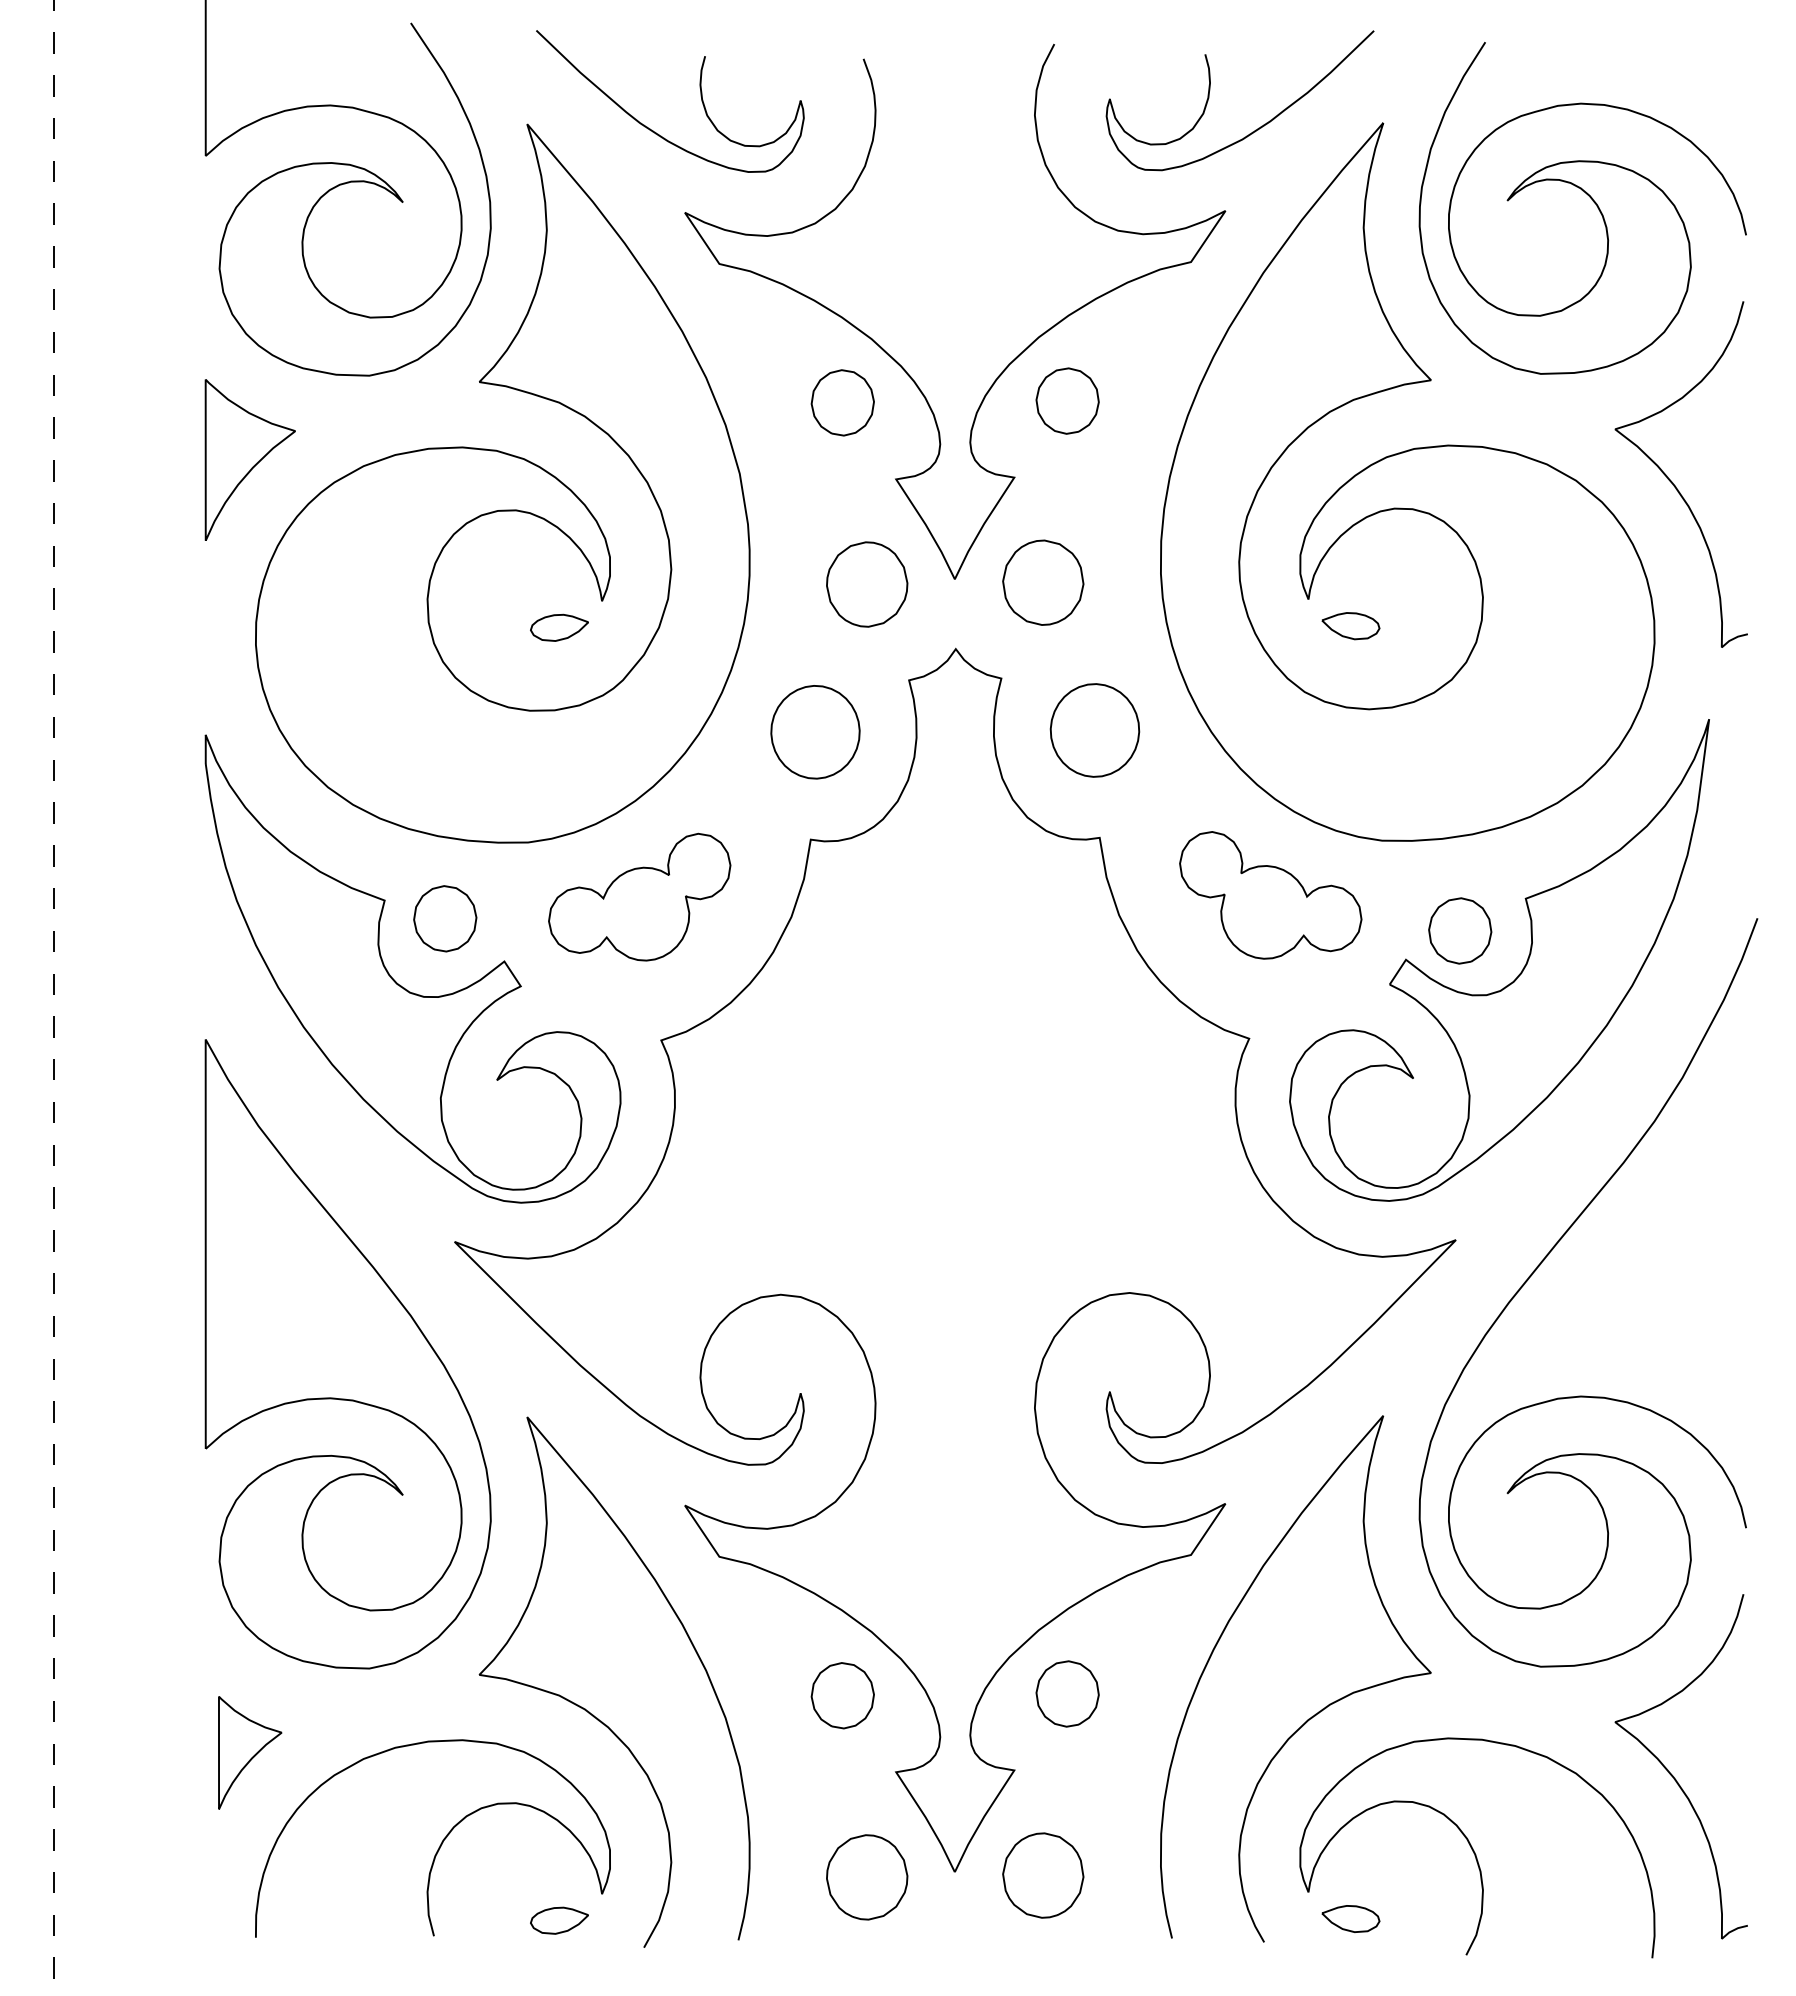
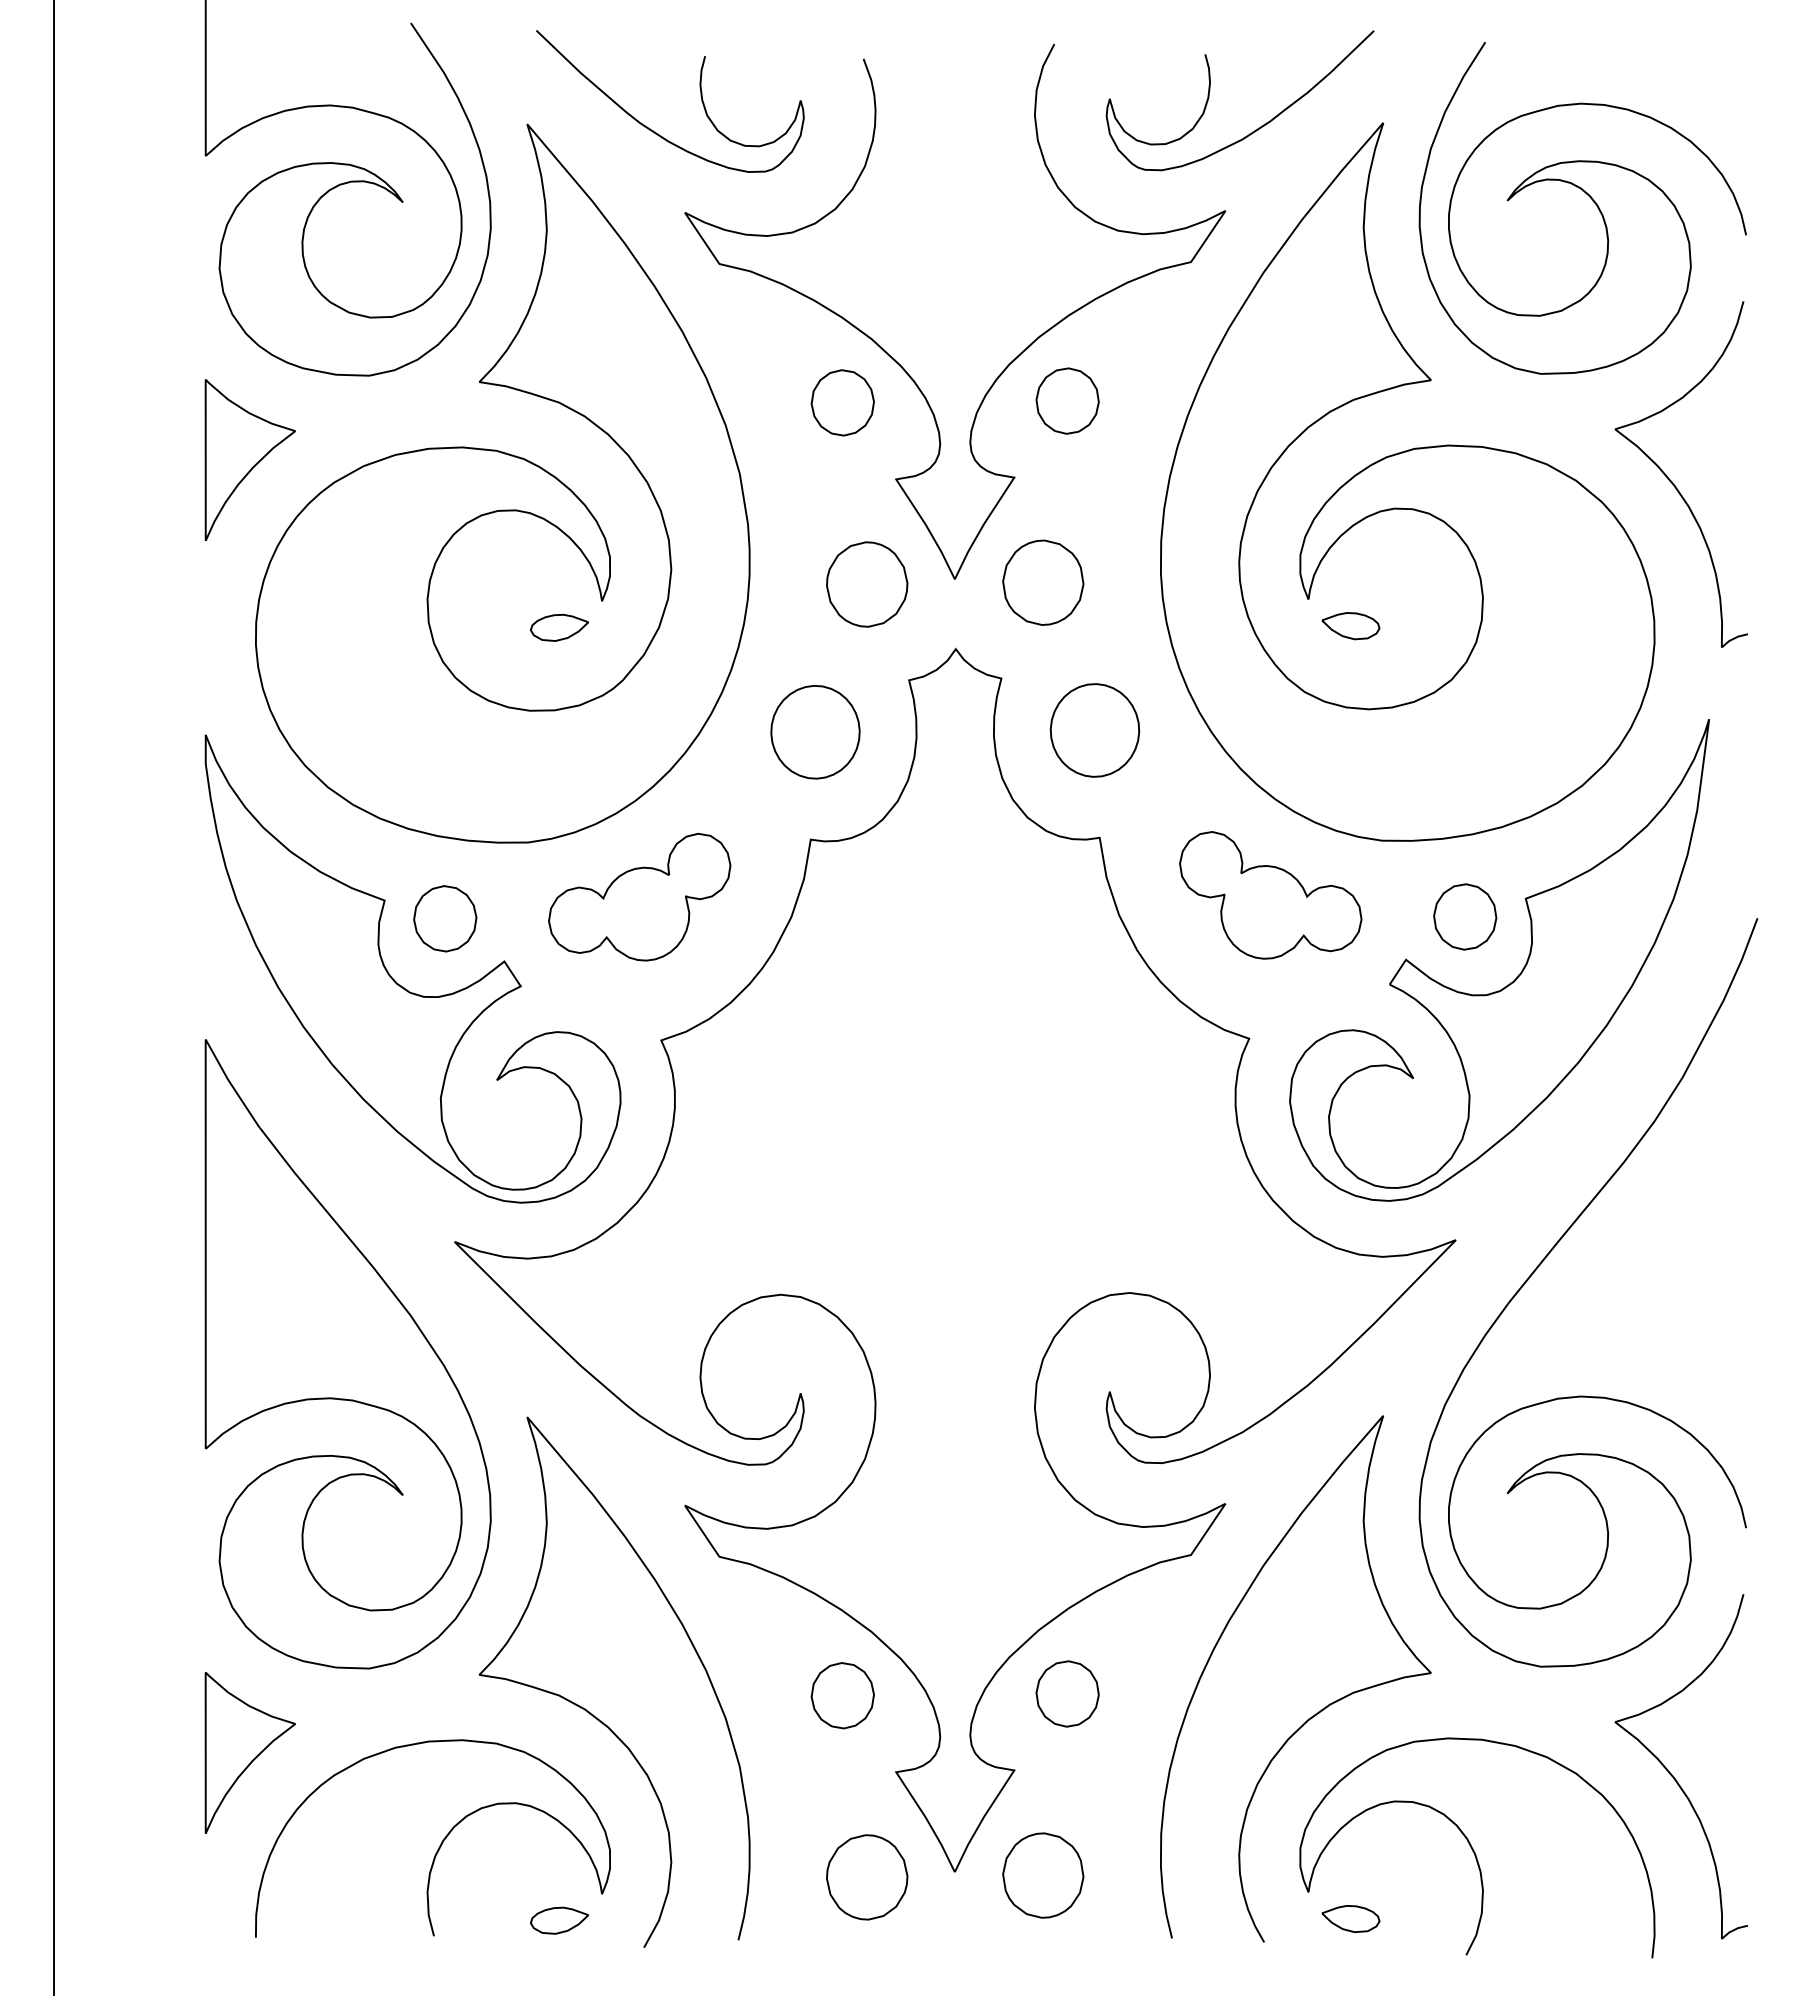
part at (1460, 930) position: (1460, 930) -> (1465, 916)
line at (54, 997): dashed -> solid
part at (250, 1752) size: 65x114 px -> 92x162 px
